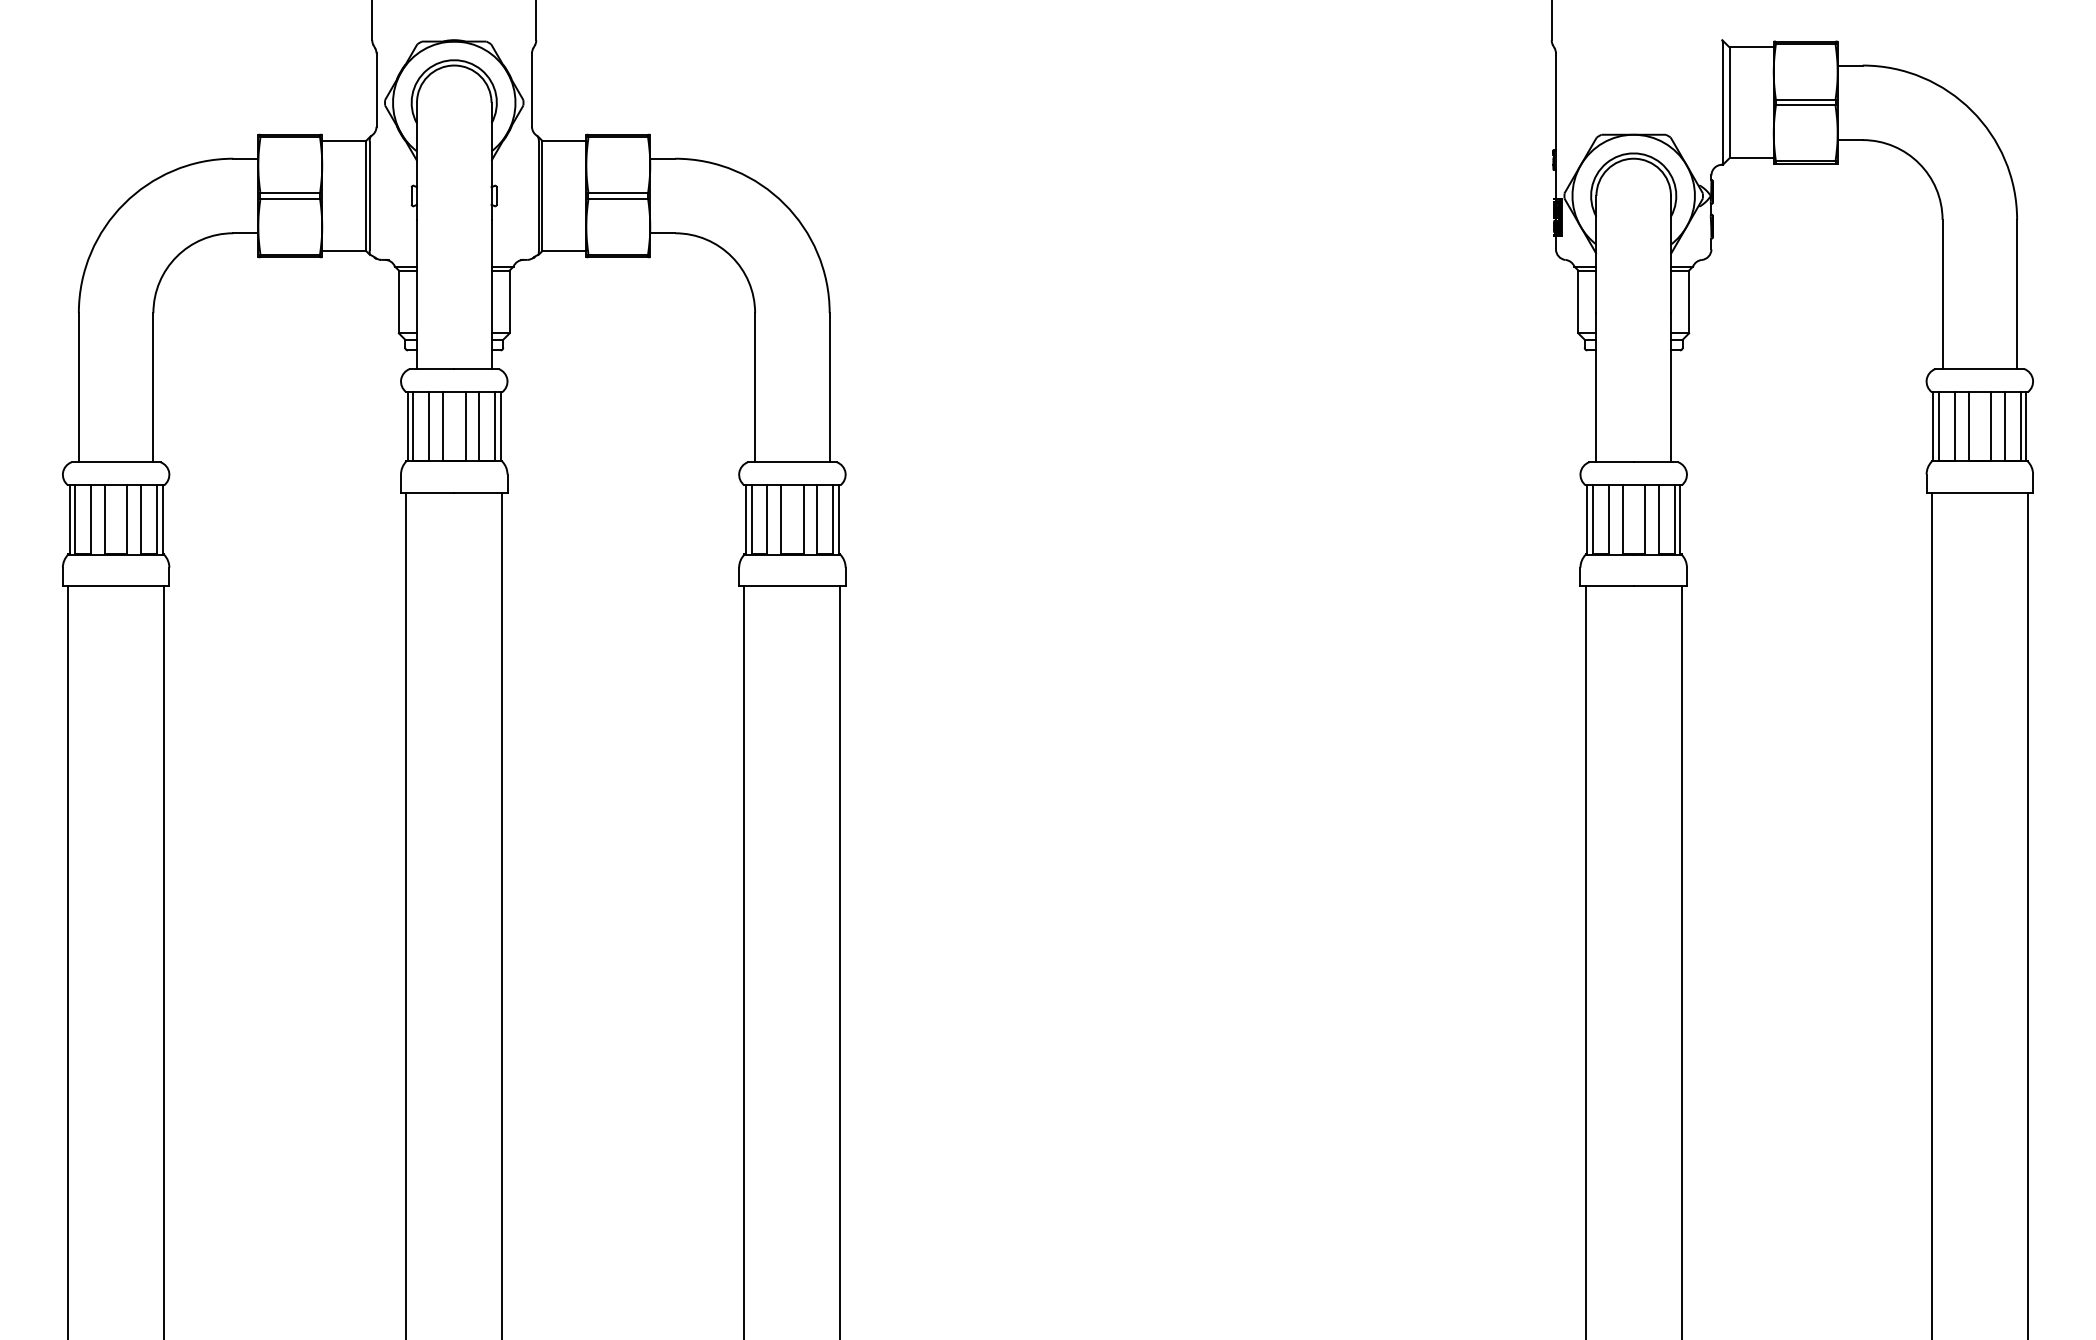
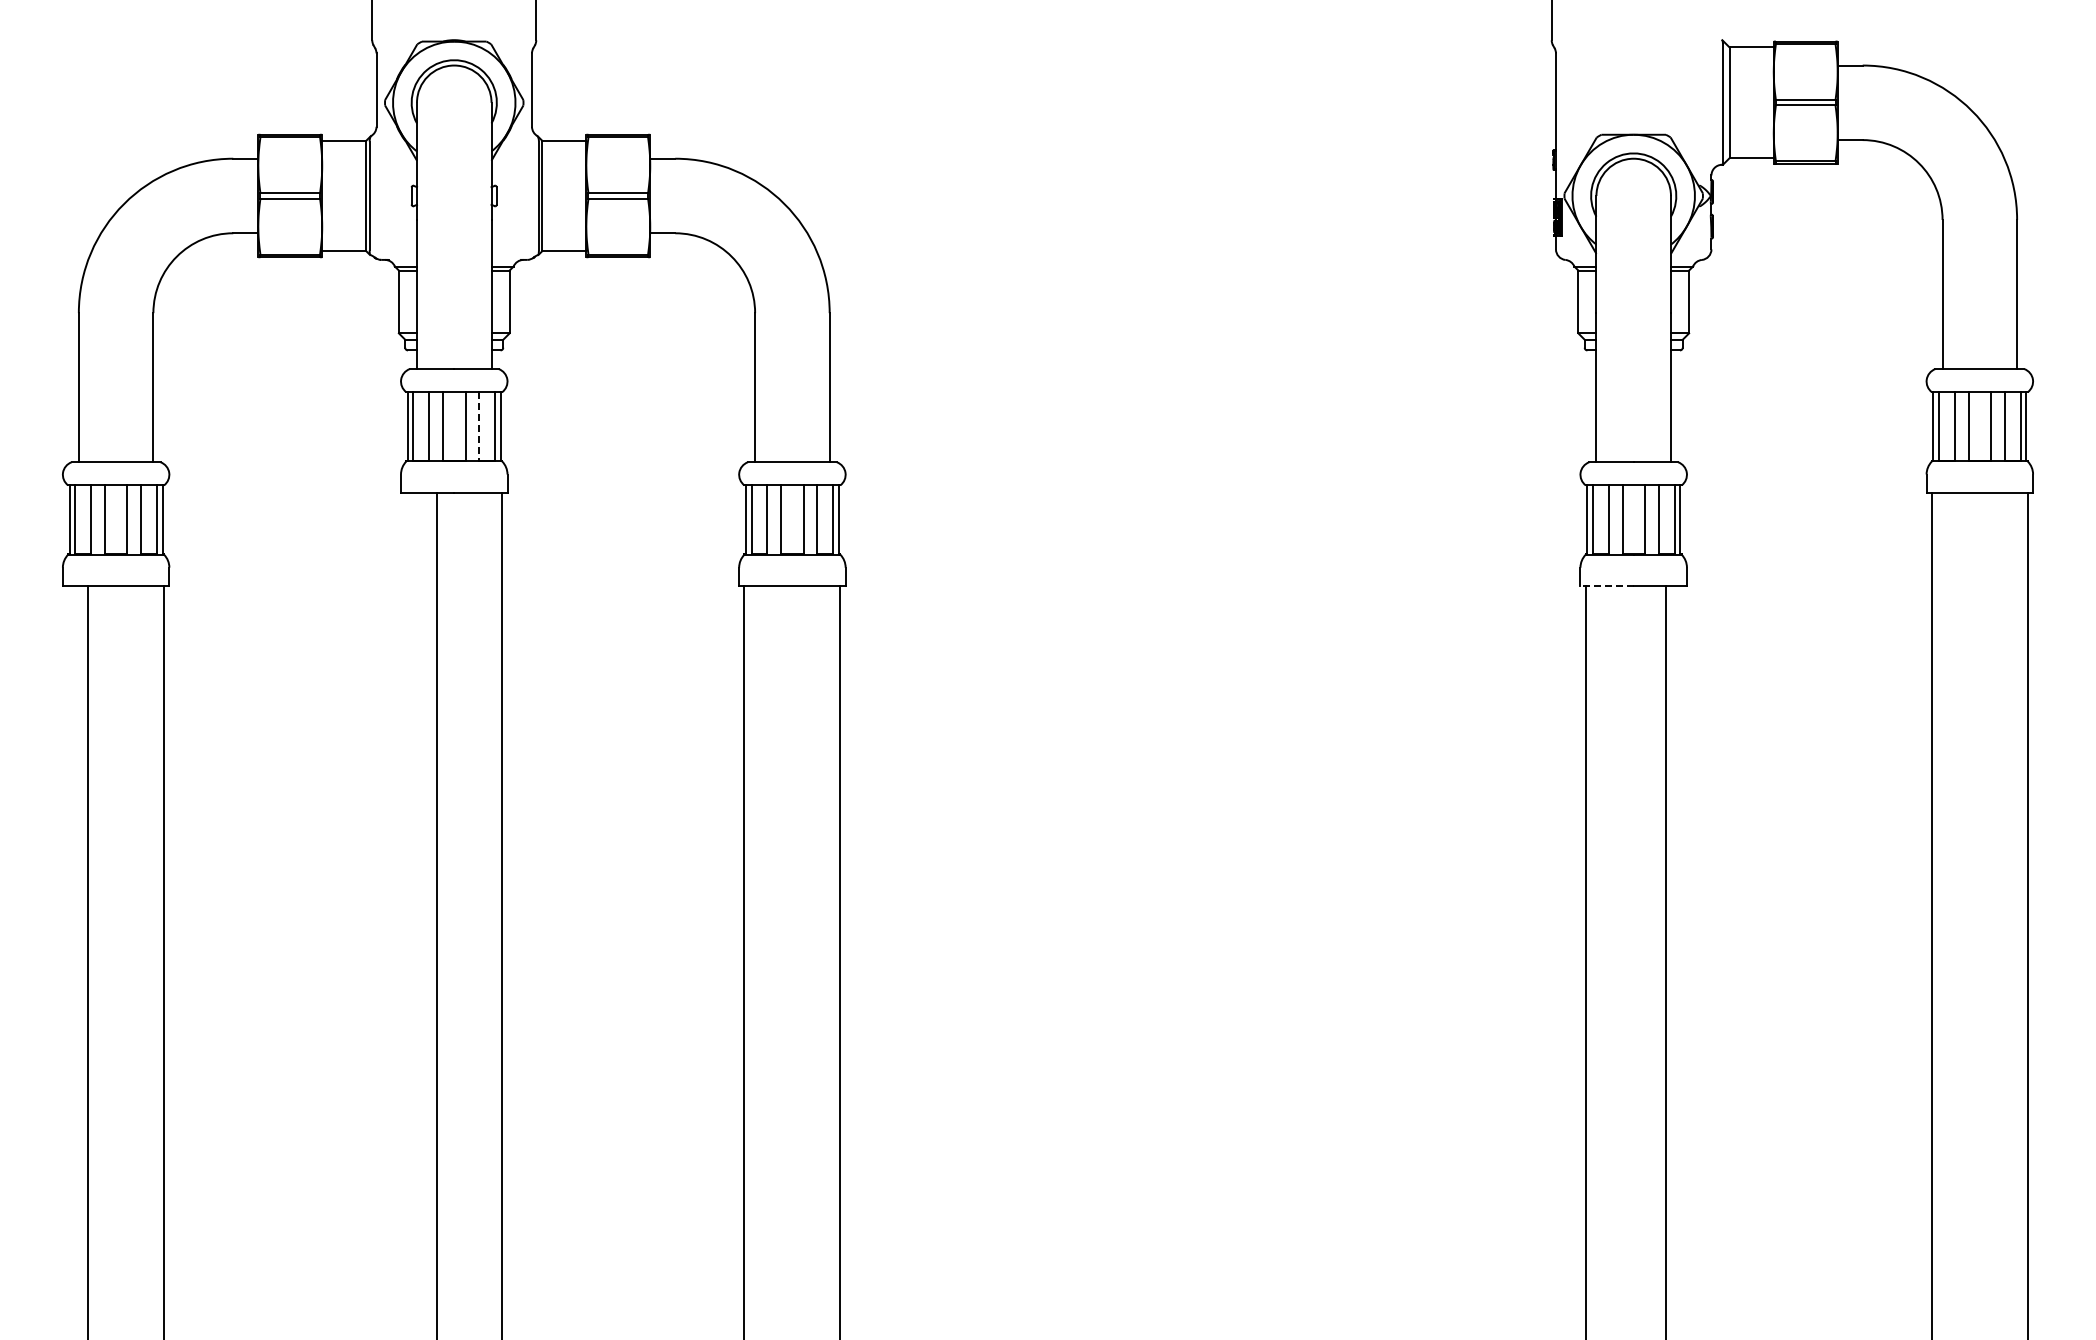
line at (479, 427): solid -> dashed
line at (1607, 586): solid -> dashed
line at (406, 914) position: (406, 914) -> (437, 914)
line at (68, 961) position: (68, 961) -> (88, 961)
line at (1681, 961) position: (1681, 961) -> (1665, 961)
